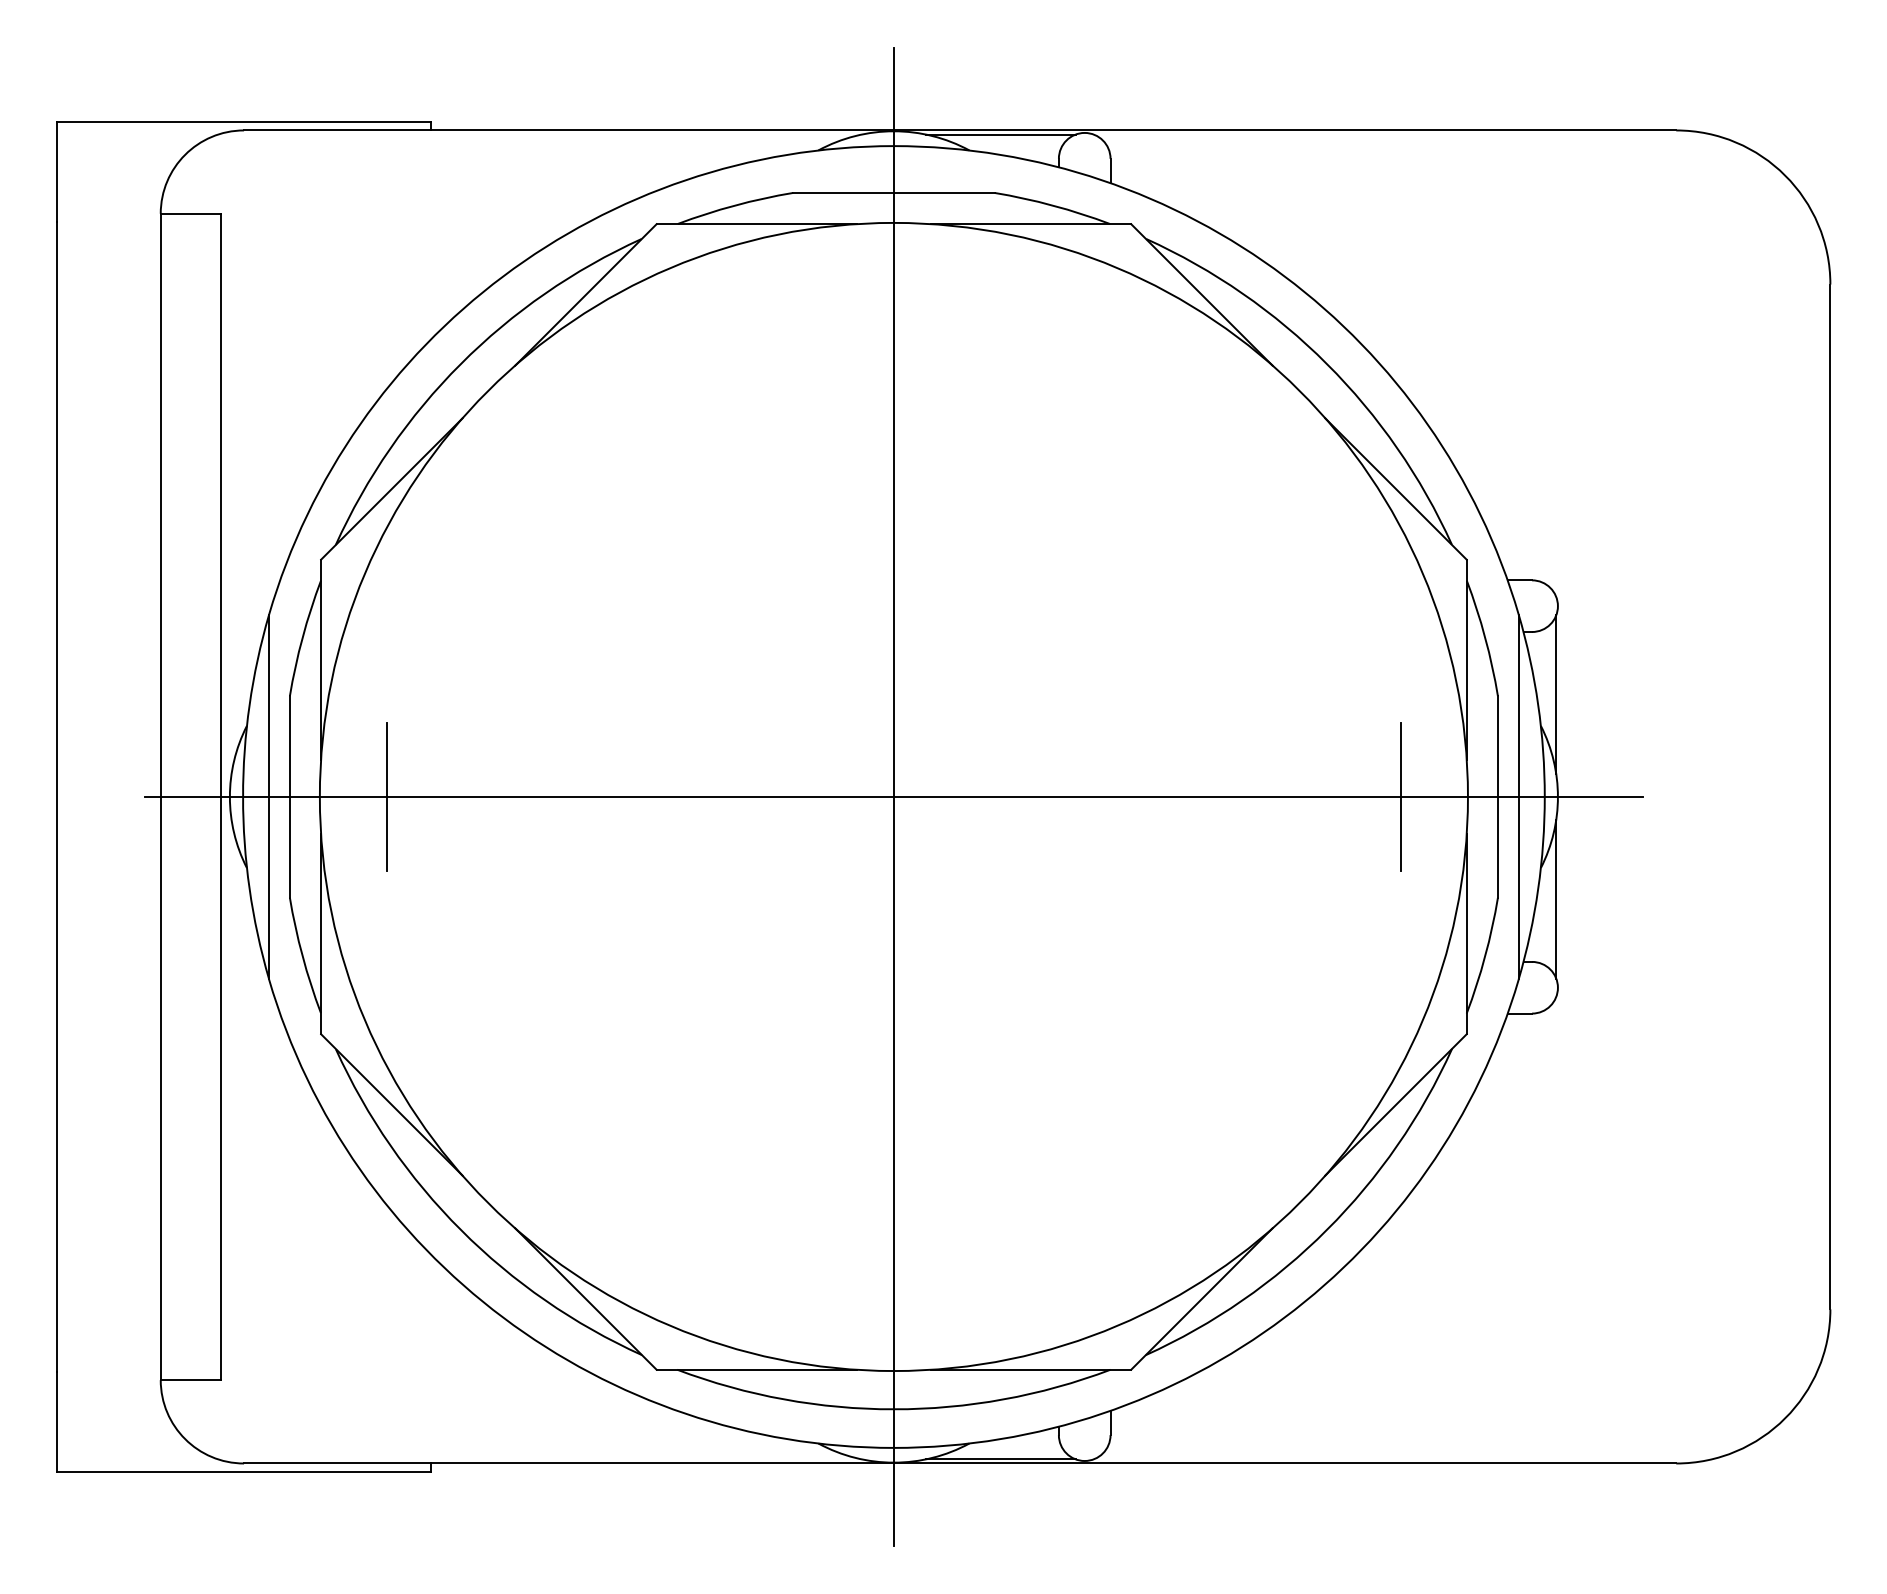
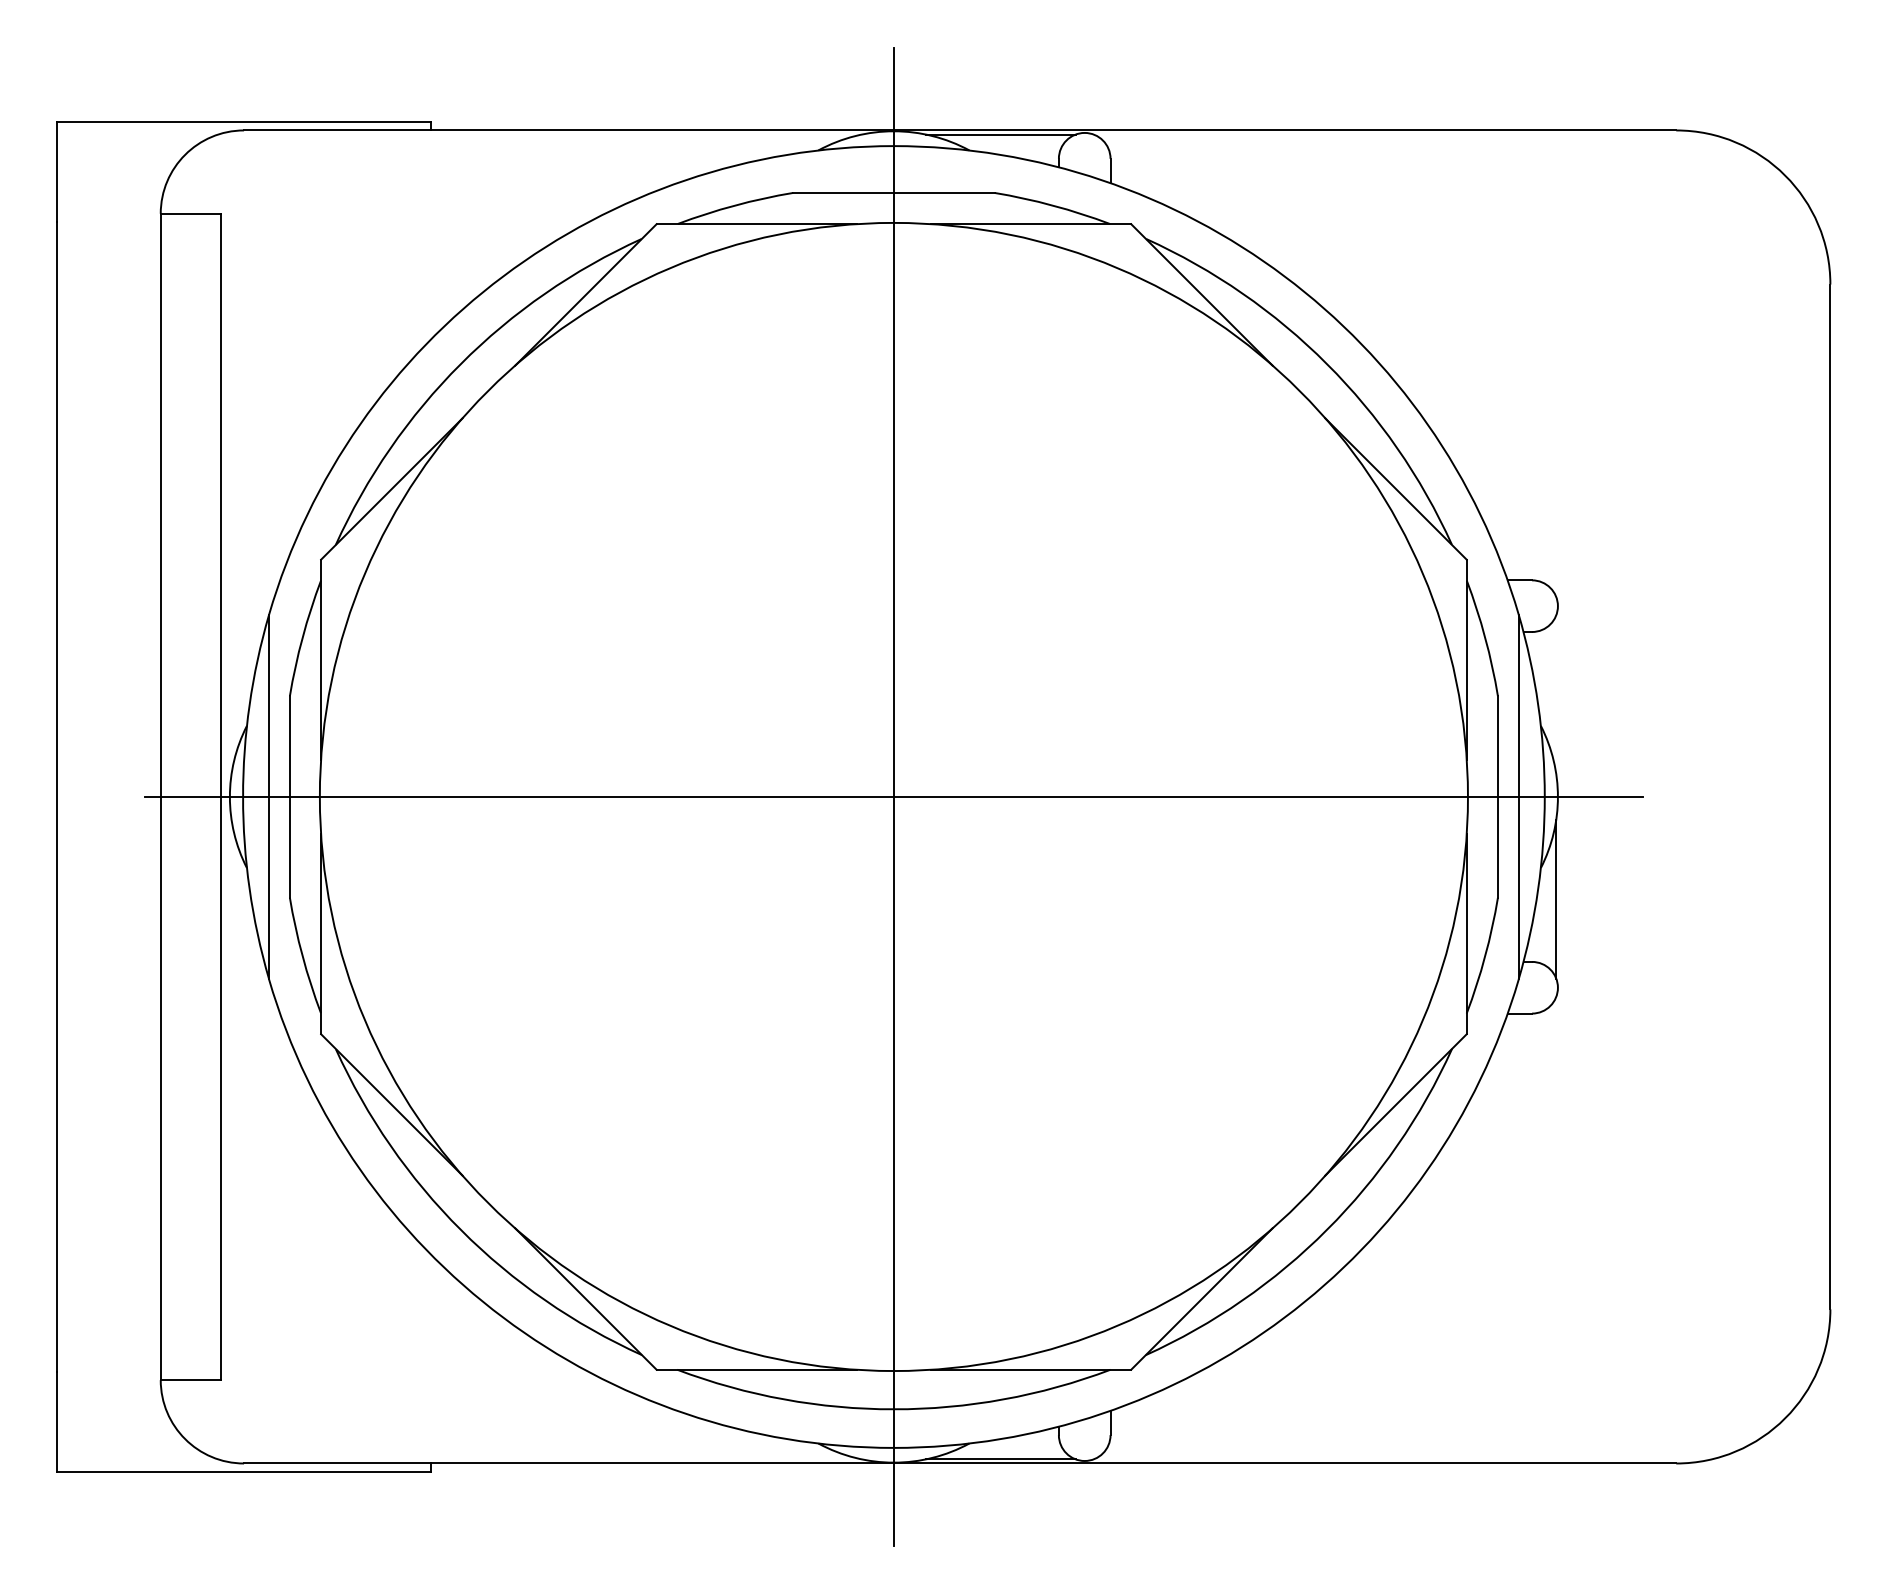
line at (1556, 694): present -> none
line at (386, 796): present -> none
line at (1401, 796): present -> none
